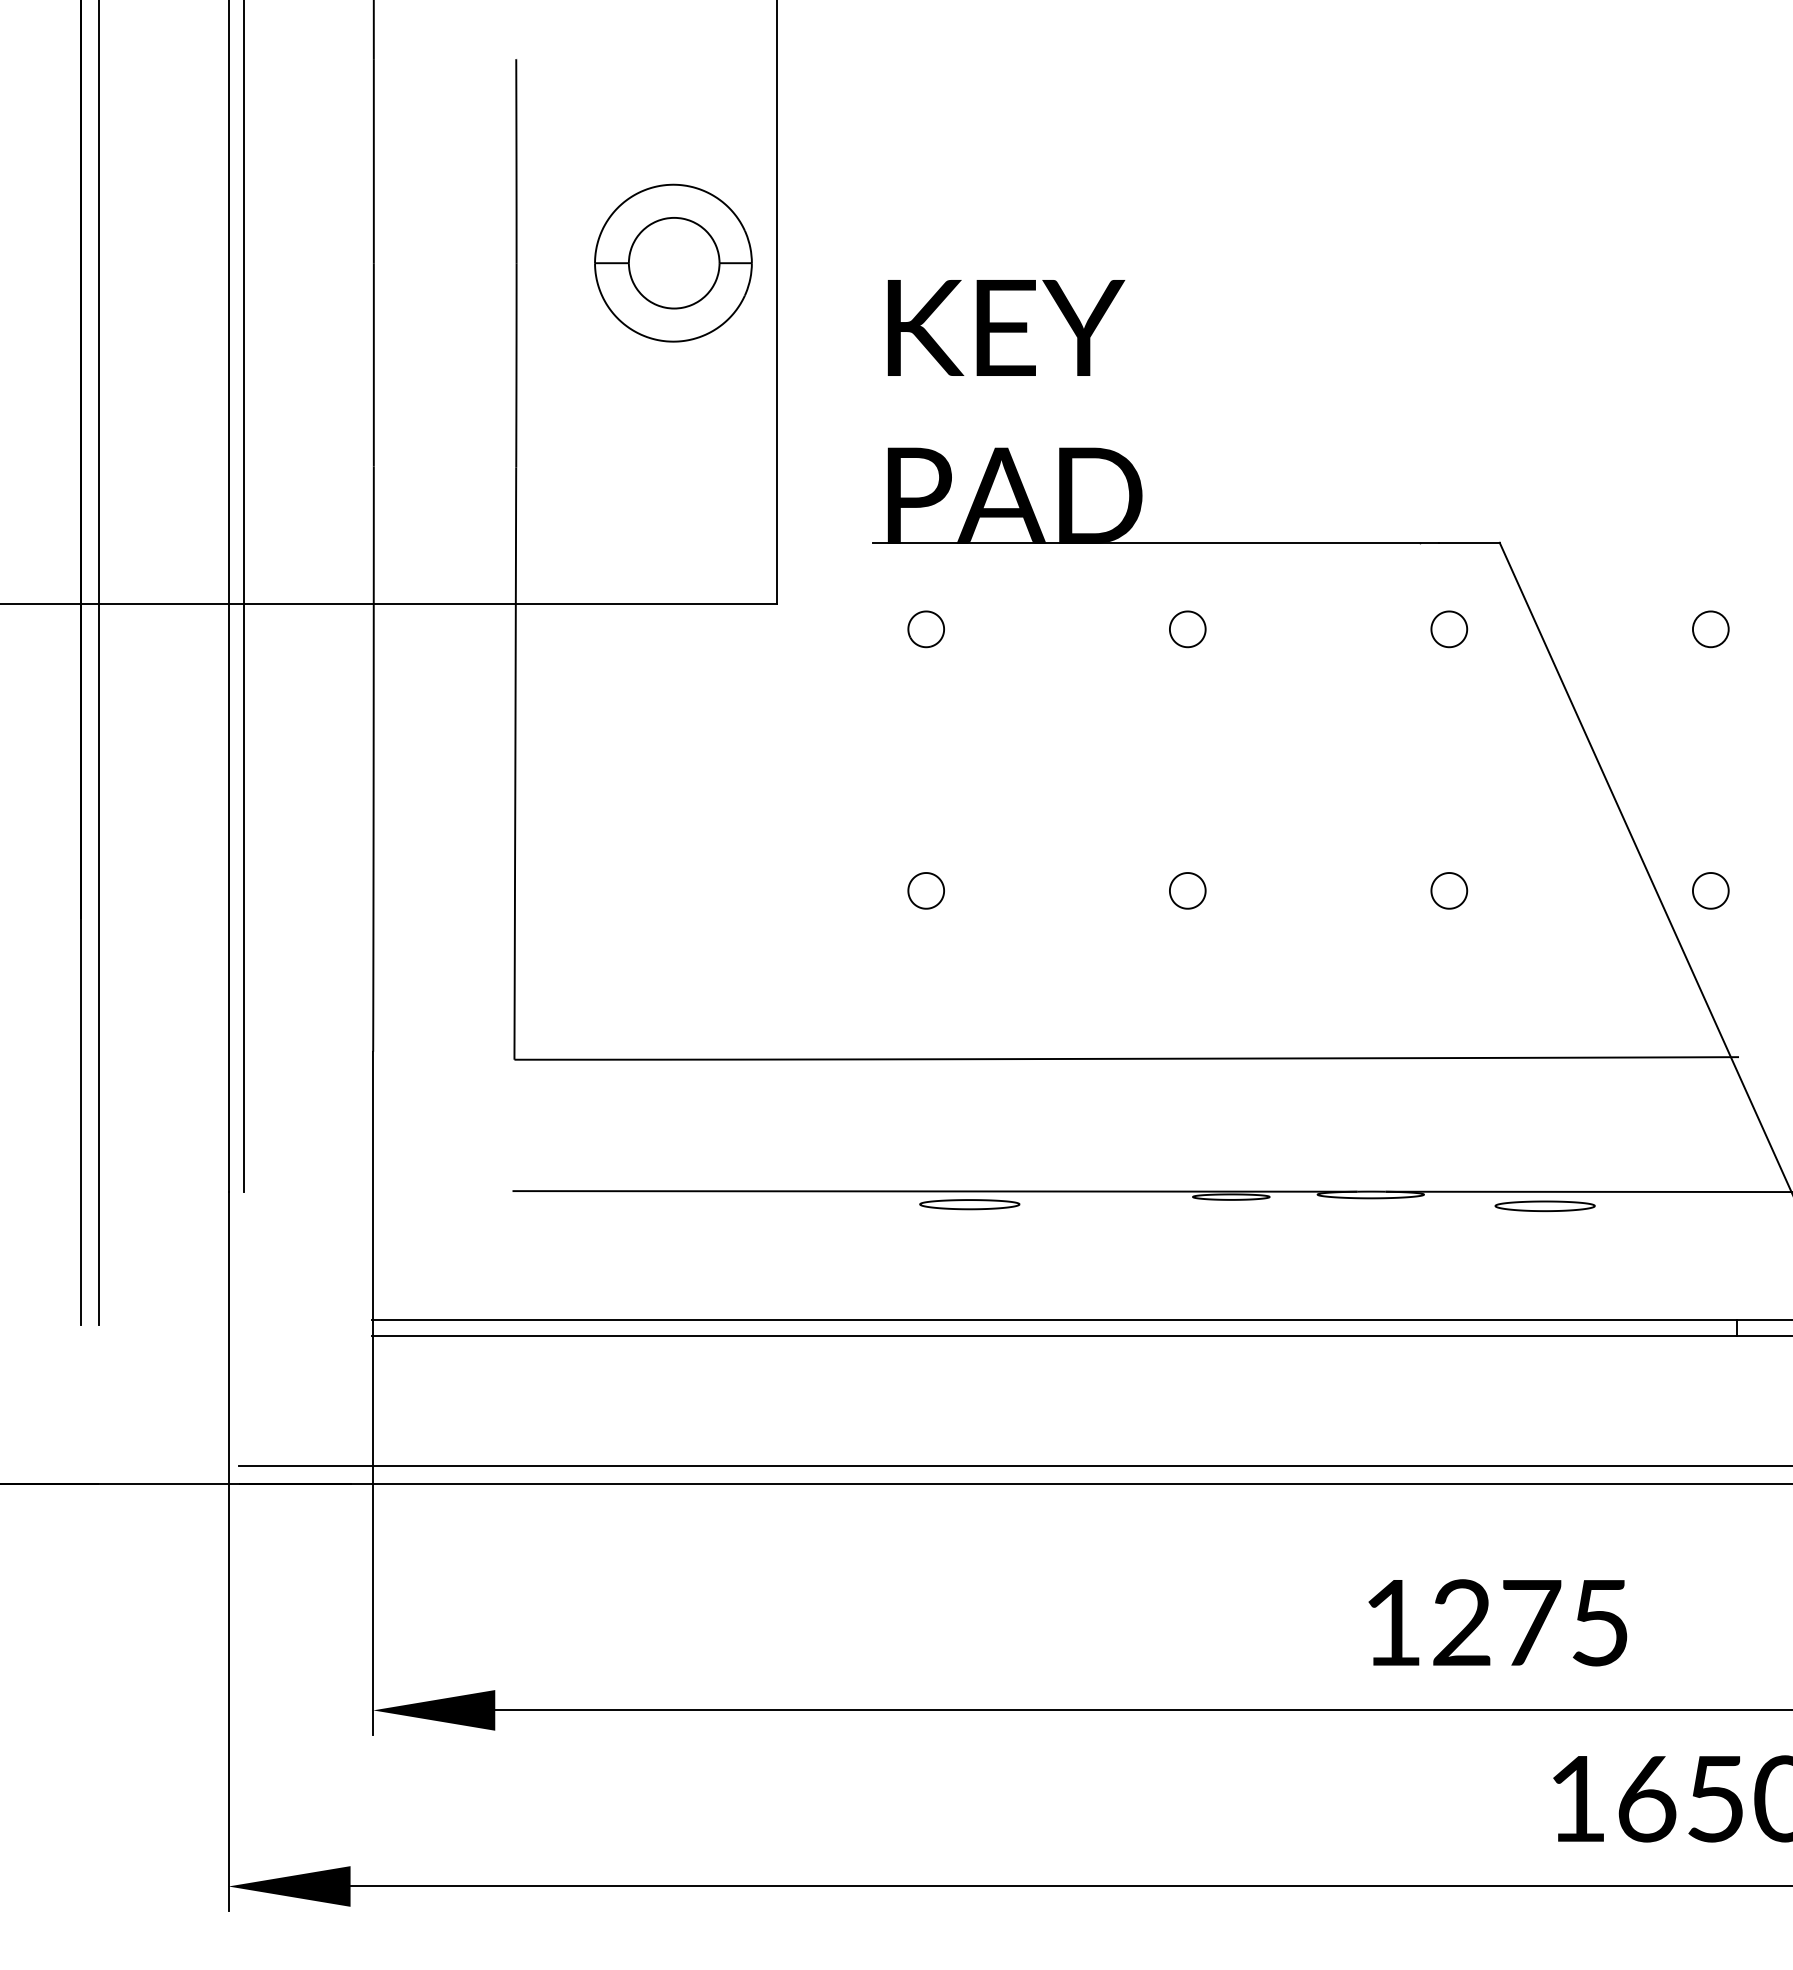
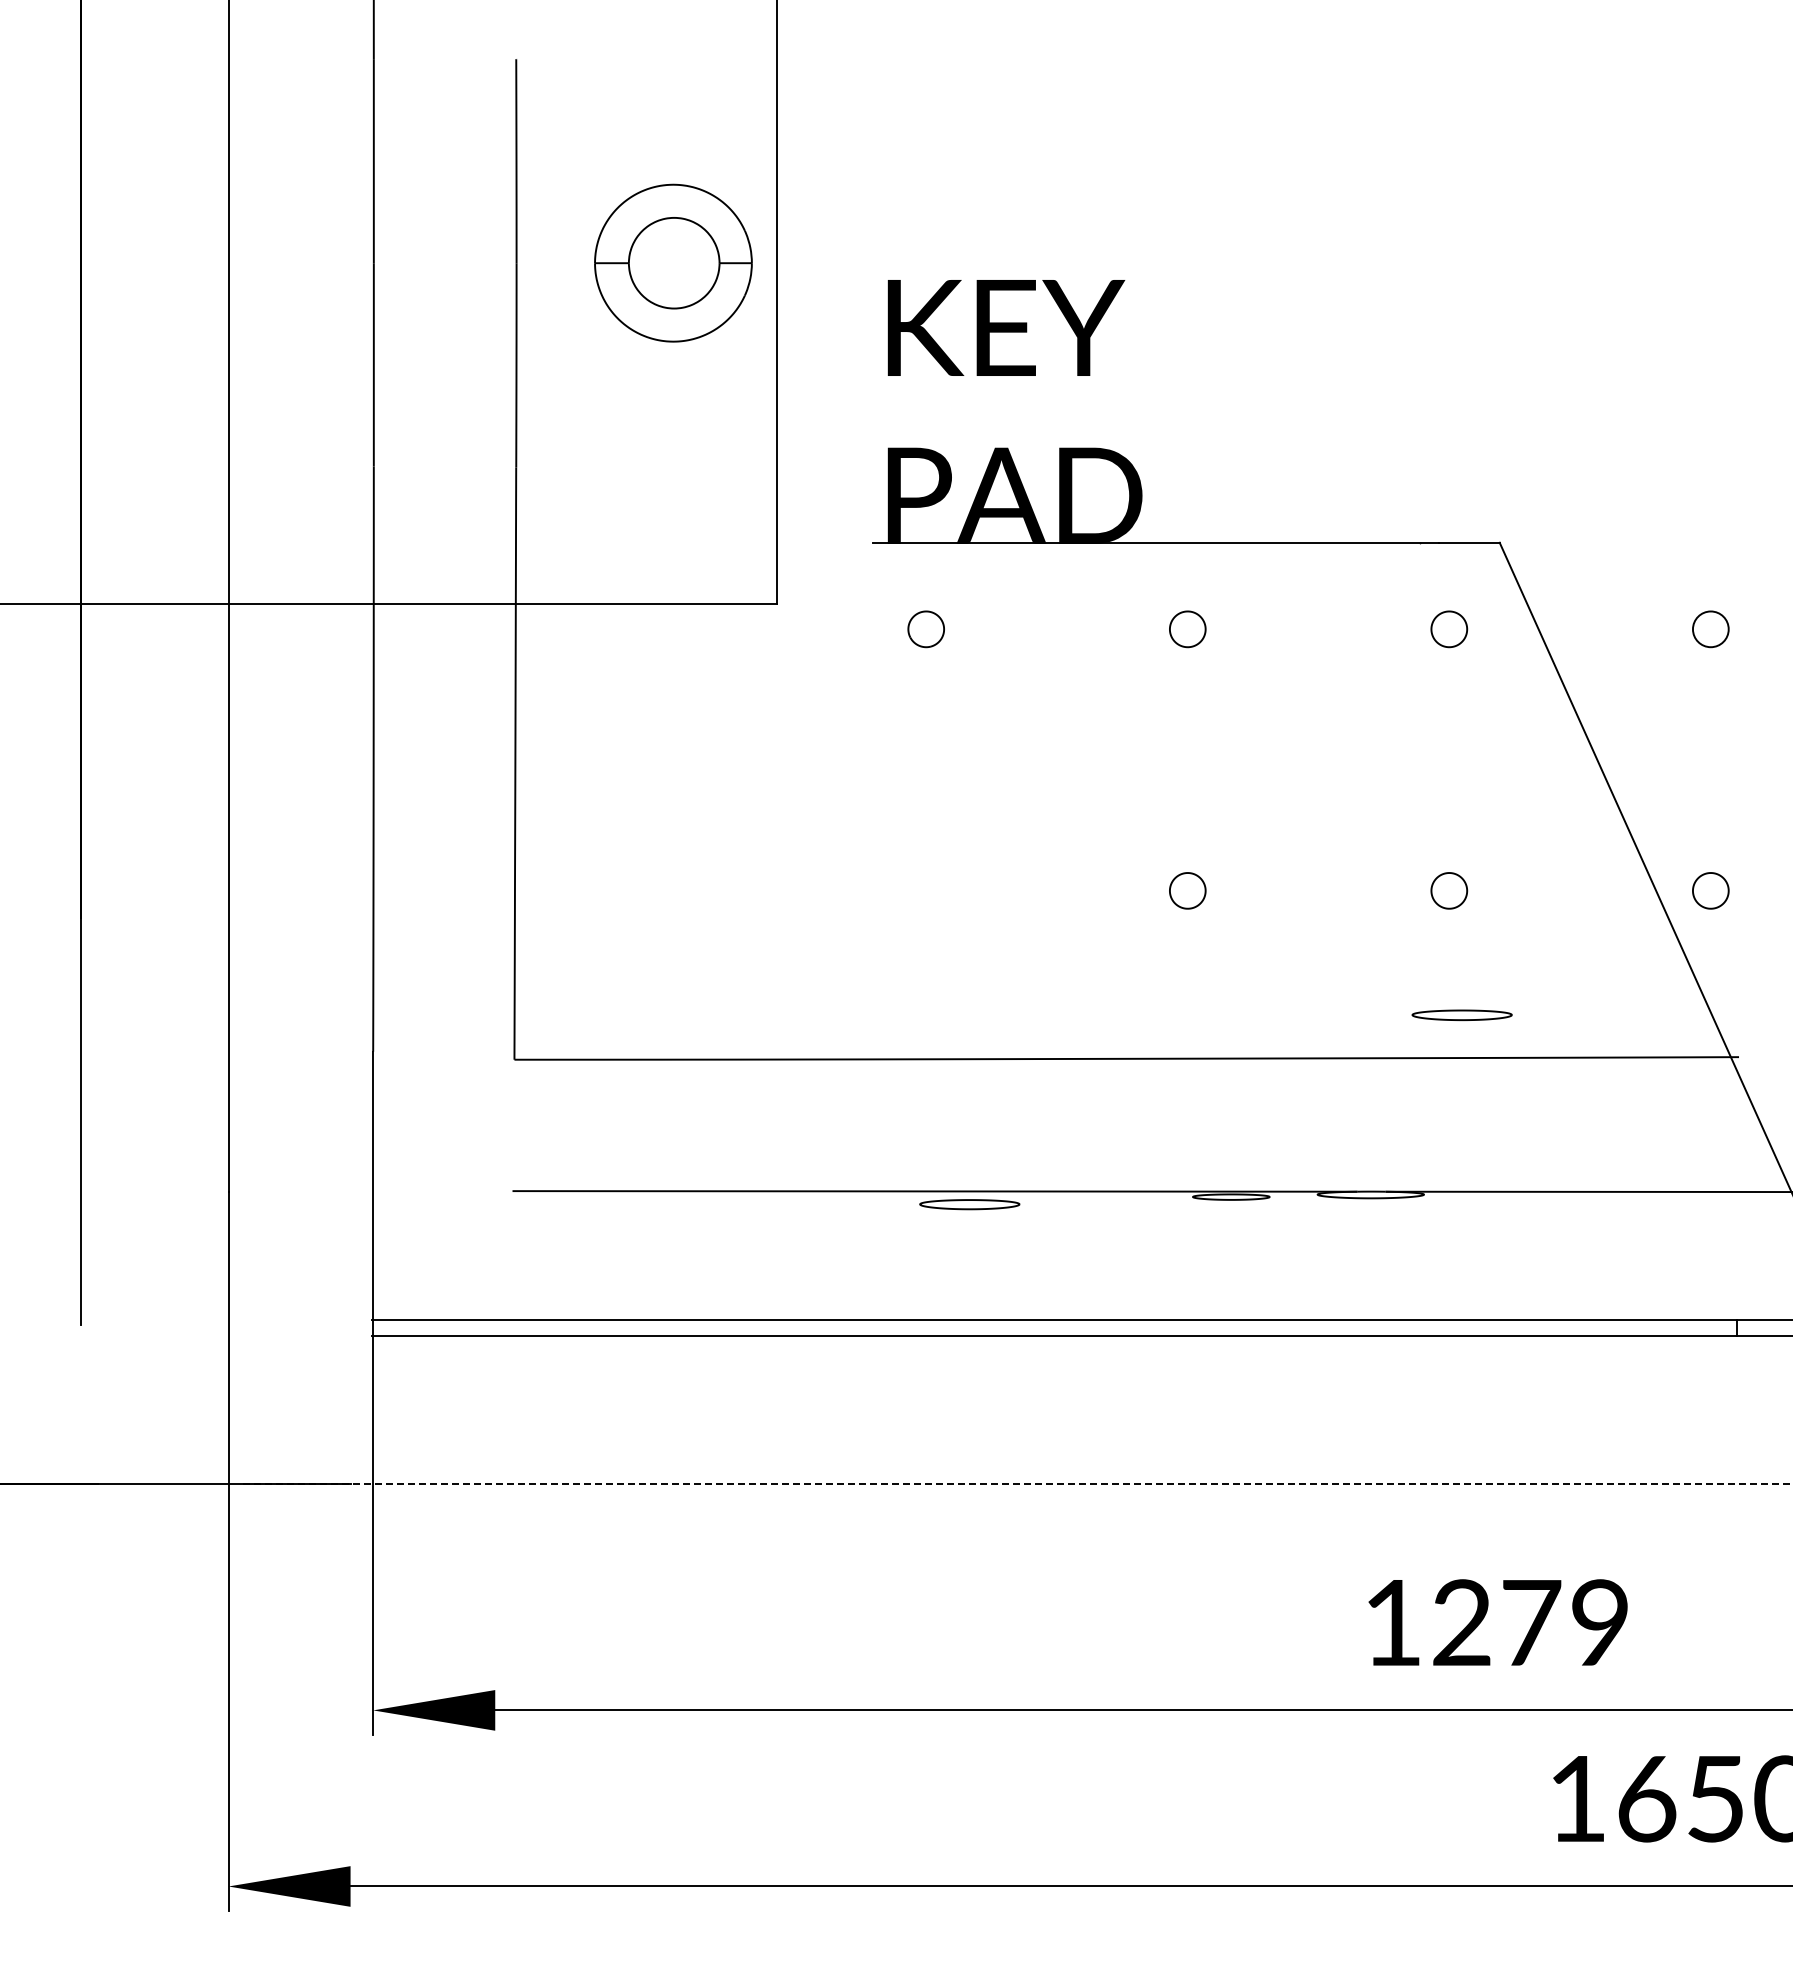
line at (244, 597): present -> none
line at (98, 663): present -> none
part at (925, 890): present -> none
part at (1544, 1206) position: (1544, 1206) -> (1461, 1015)
line at (1014, 1465): present -> none
line at (1015, 1483): solid -> dashed
text at (1599, 1622): 1275 -> 1279
